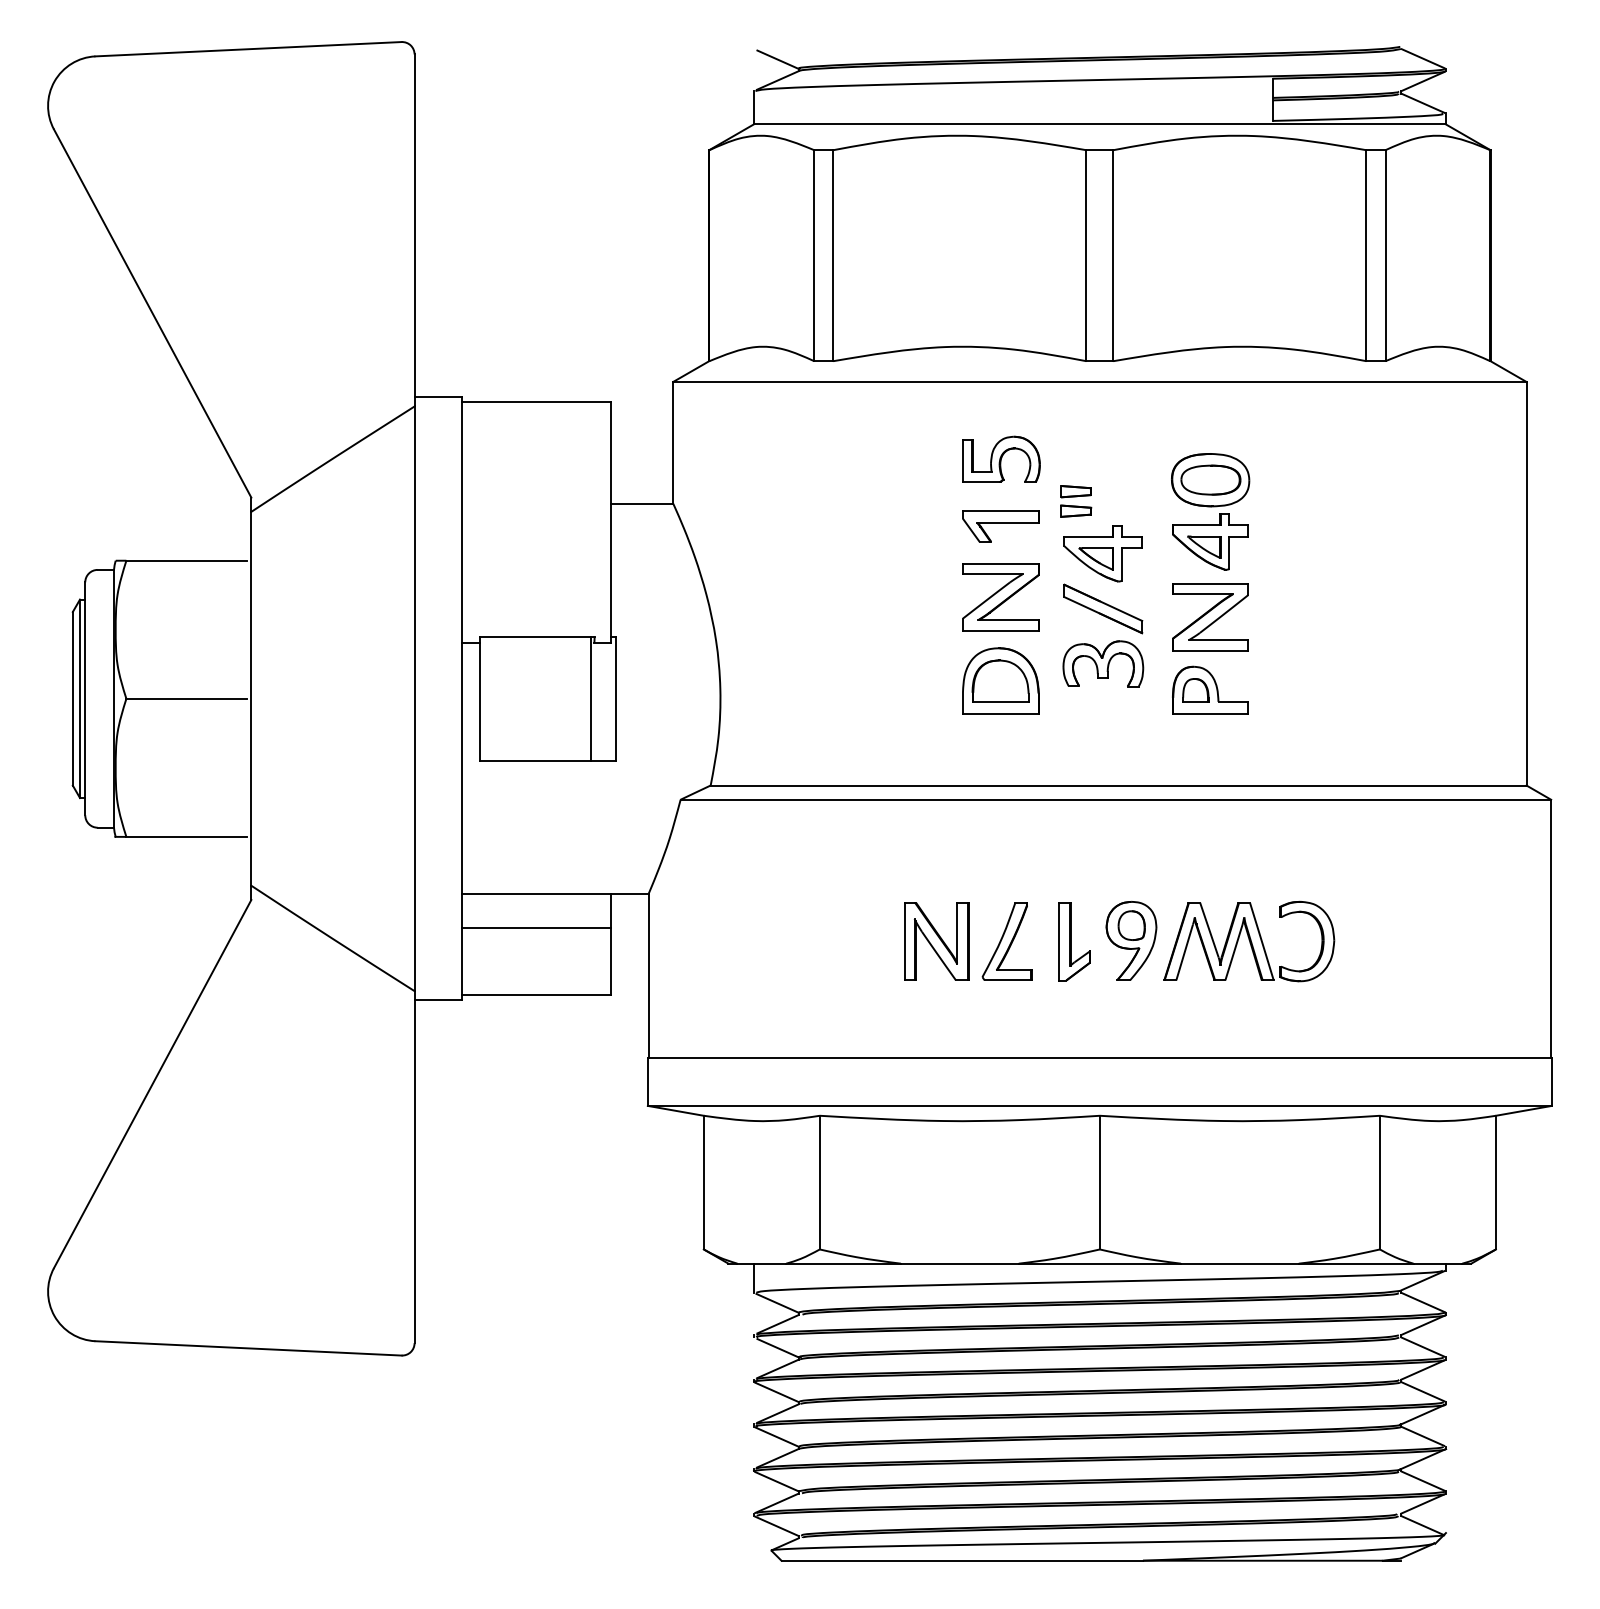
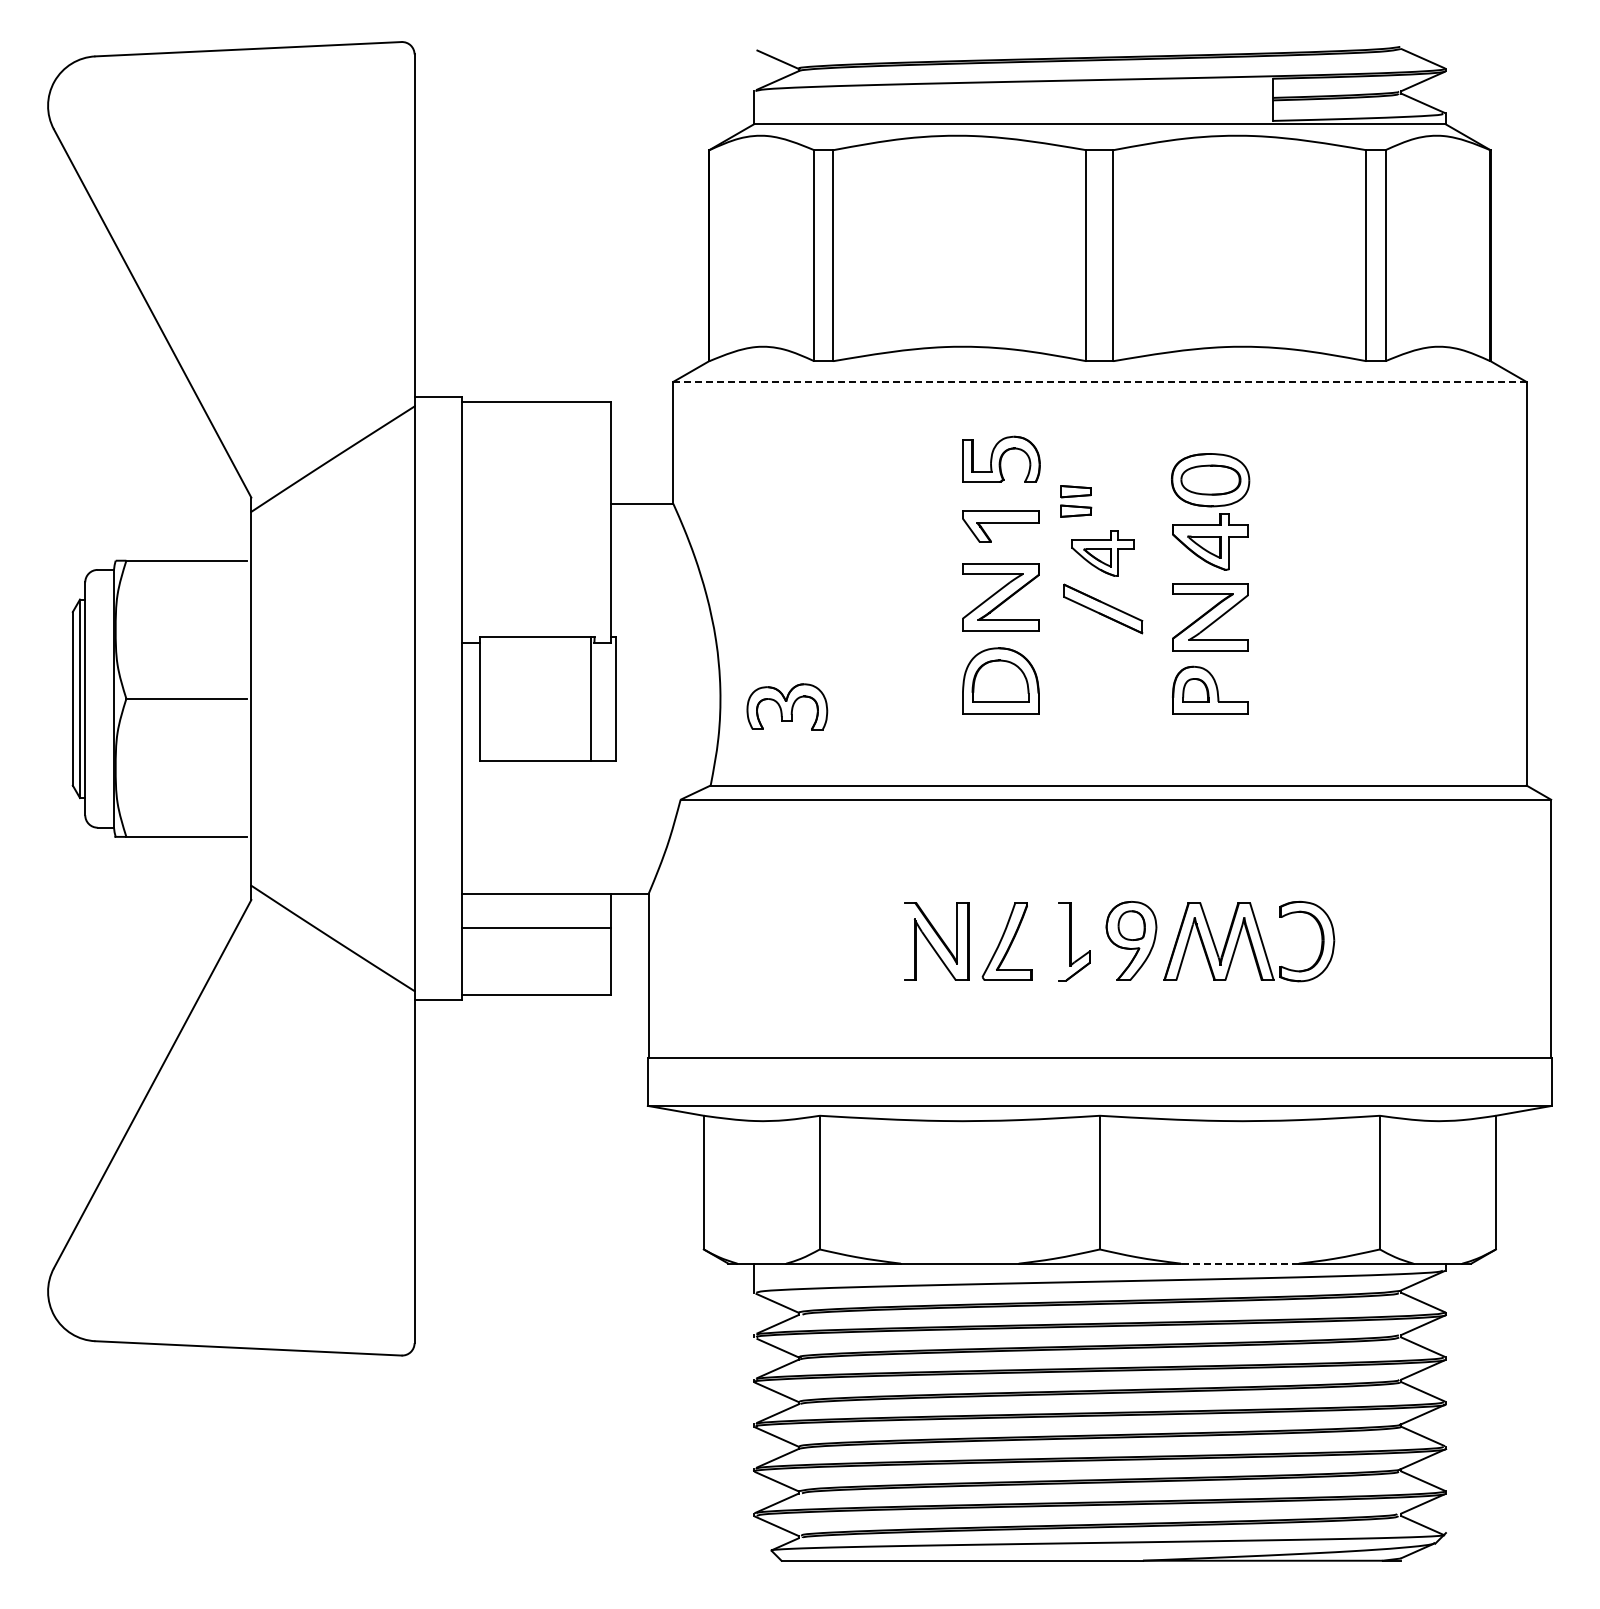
line at (1099, 381): solid -> dashed
part at (1102, 553) size: 80x58 px -> 64x47 px
part at (1103, 663) position: (1103, 663) -> (787, 706)
line at (904, 941): present -> none
line at (1058, 941): present -> none
line at (1239, 1263): solid -> dashed
